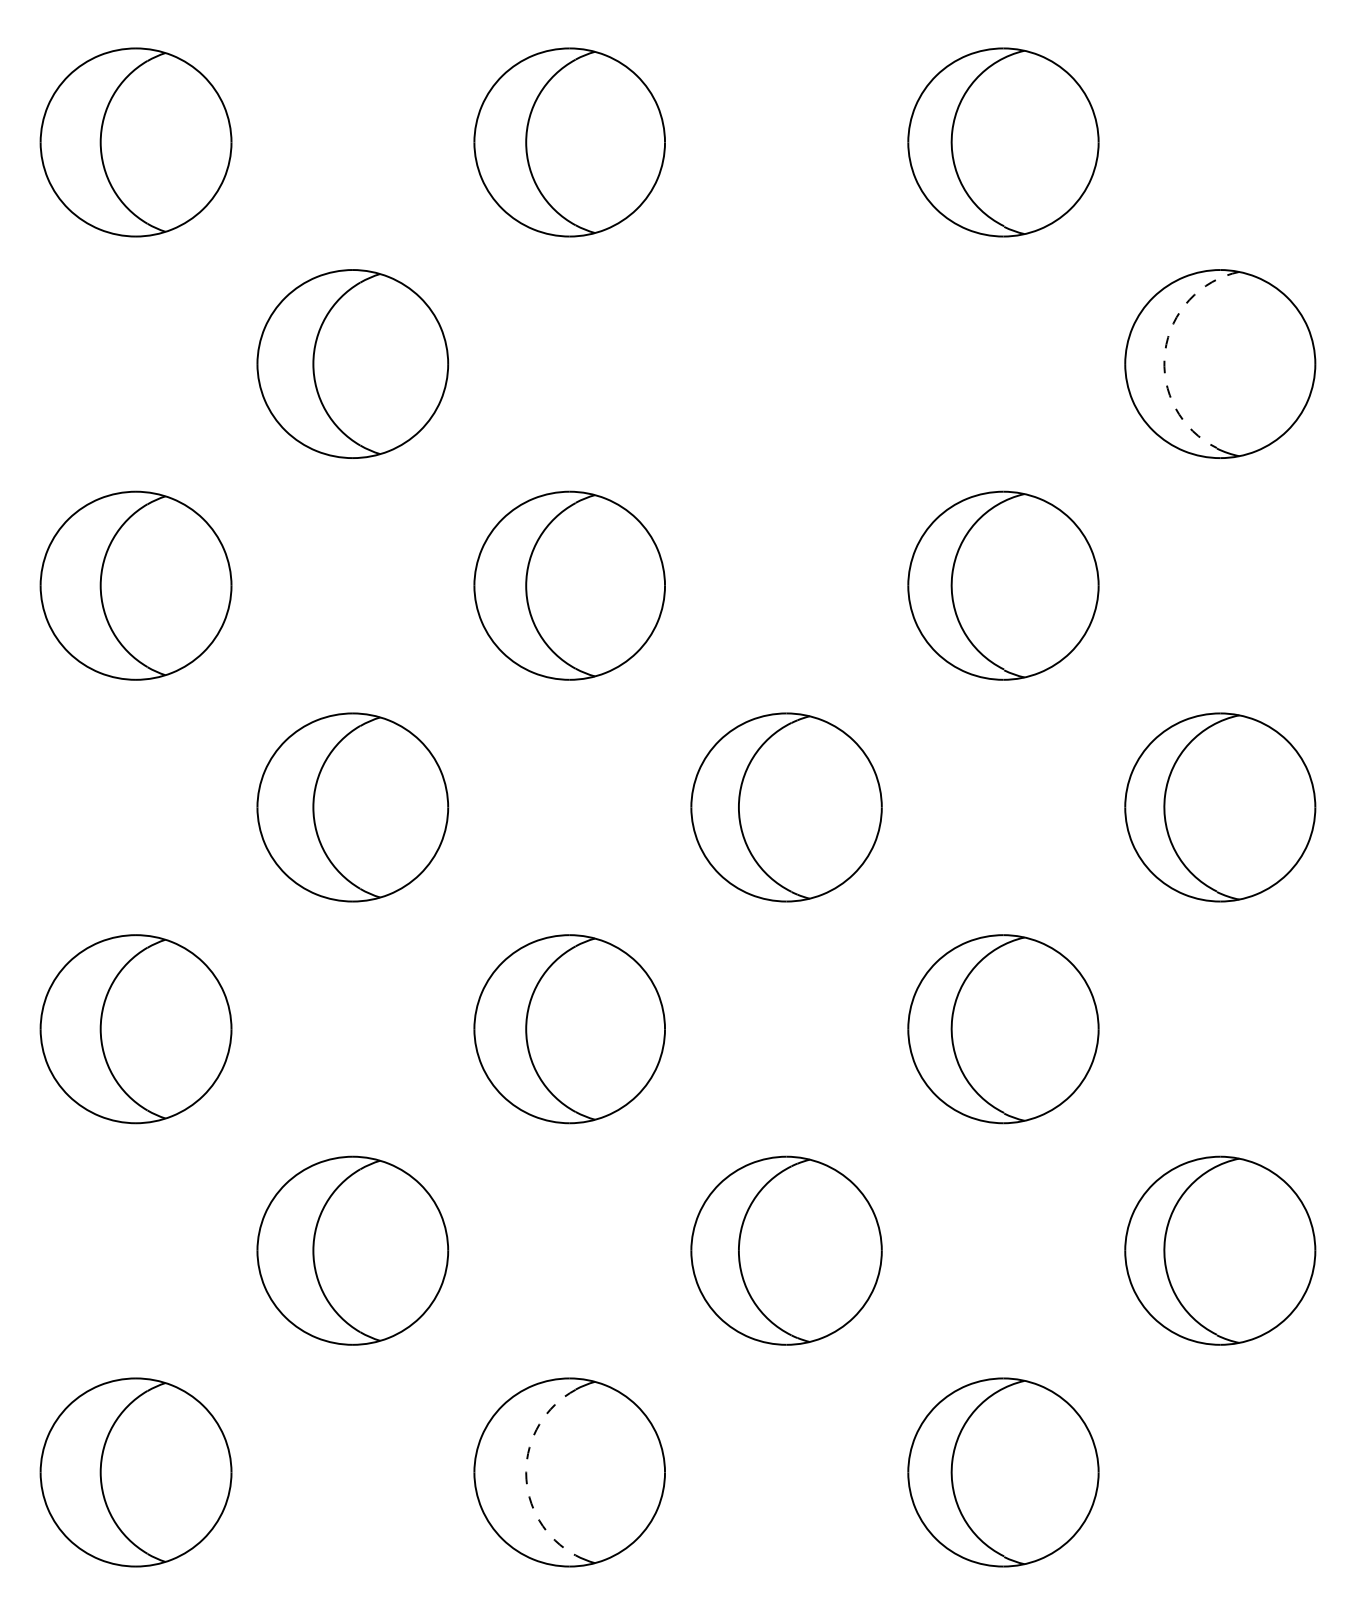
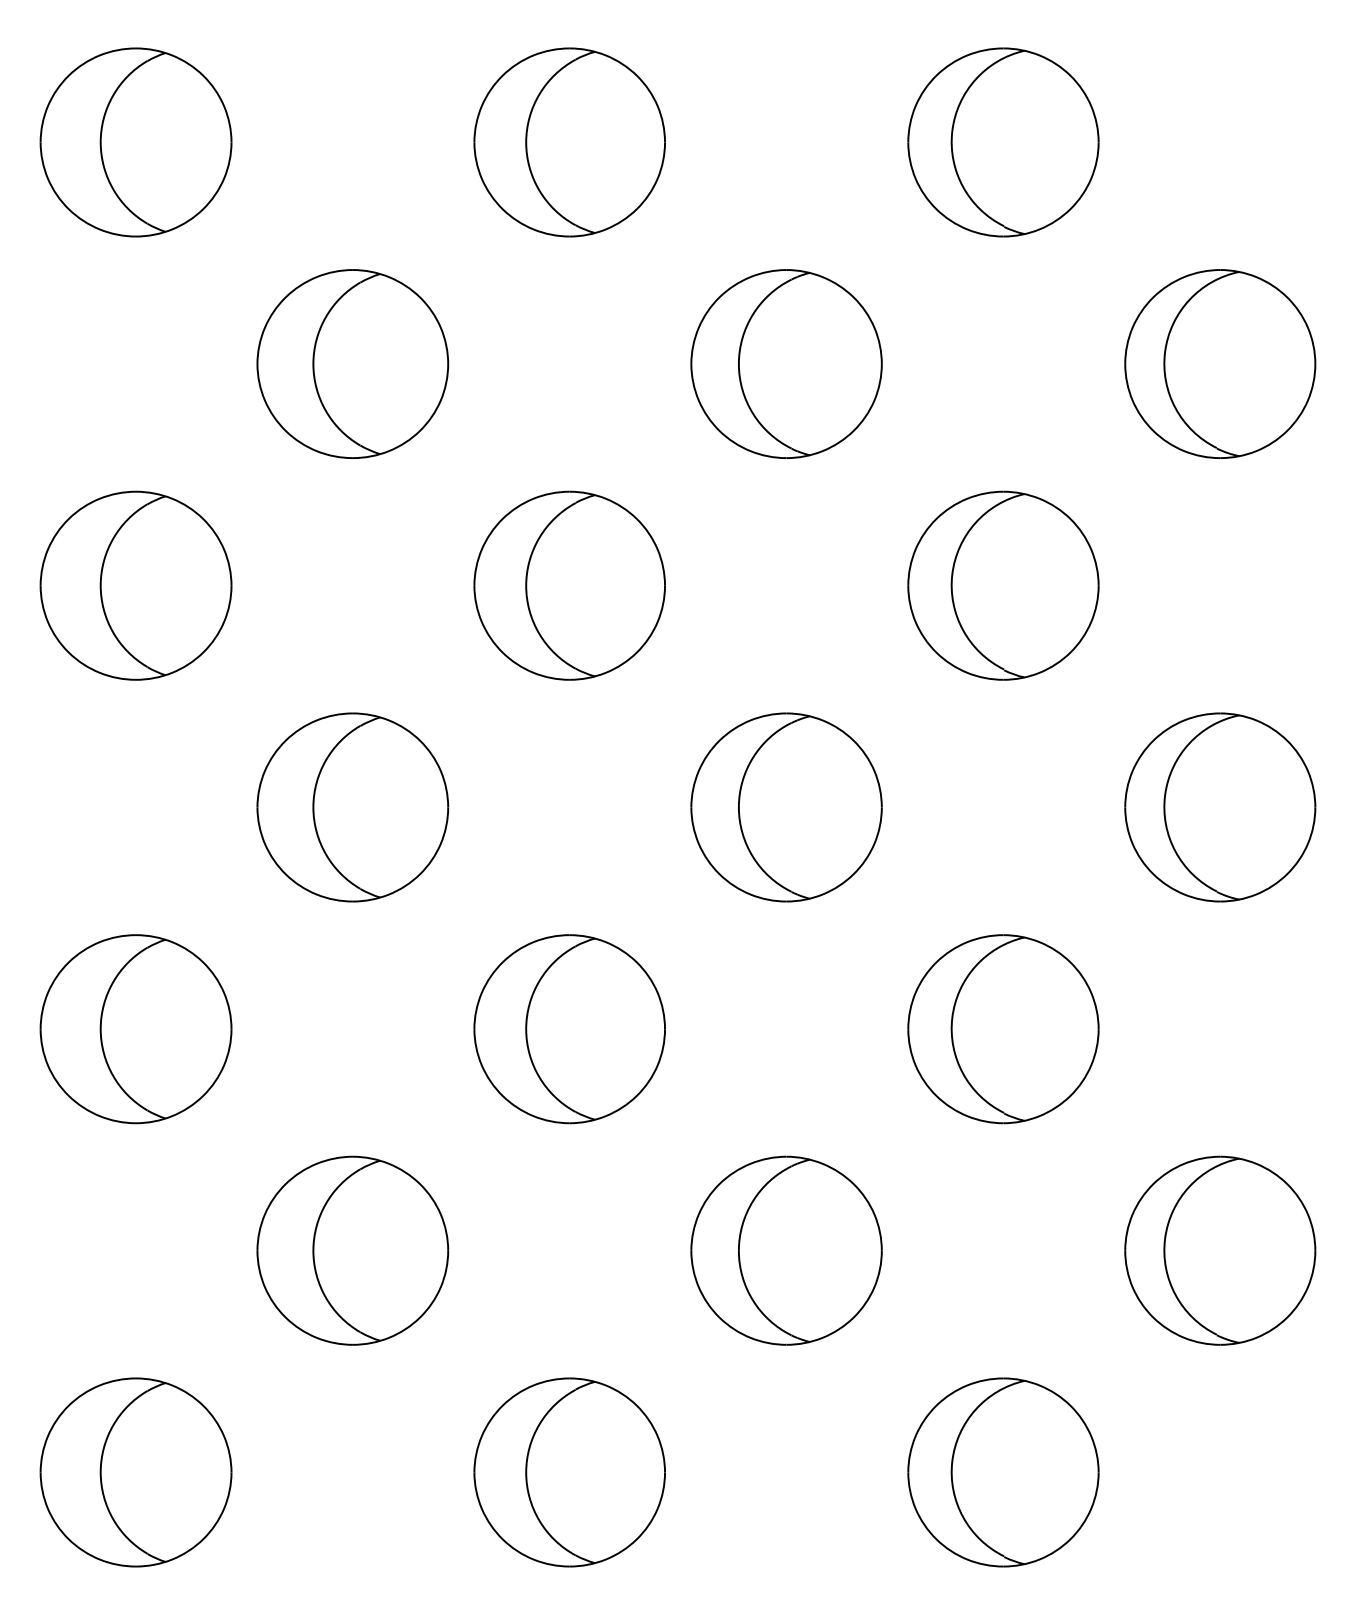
arc at (1165, 351): dashed -> solid
part at (786, 363): none -> present
arc at (526, 1472): dashed -> solid
